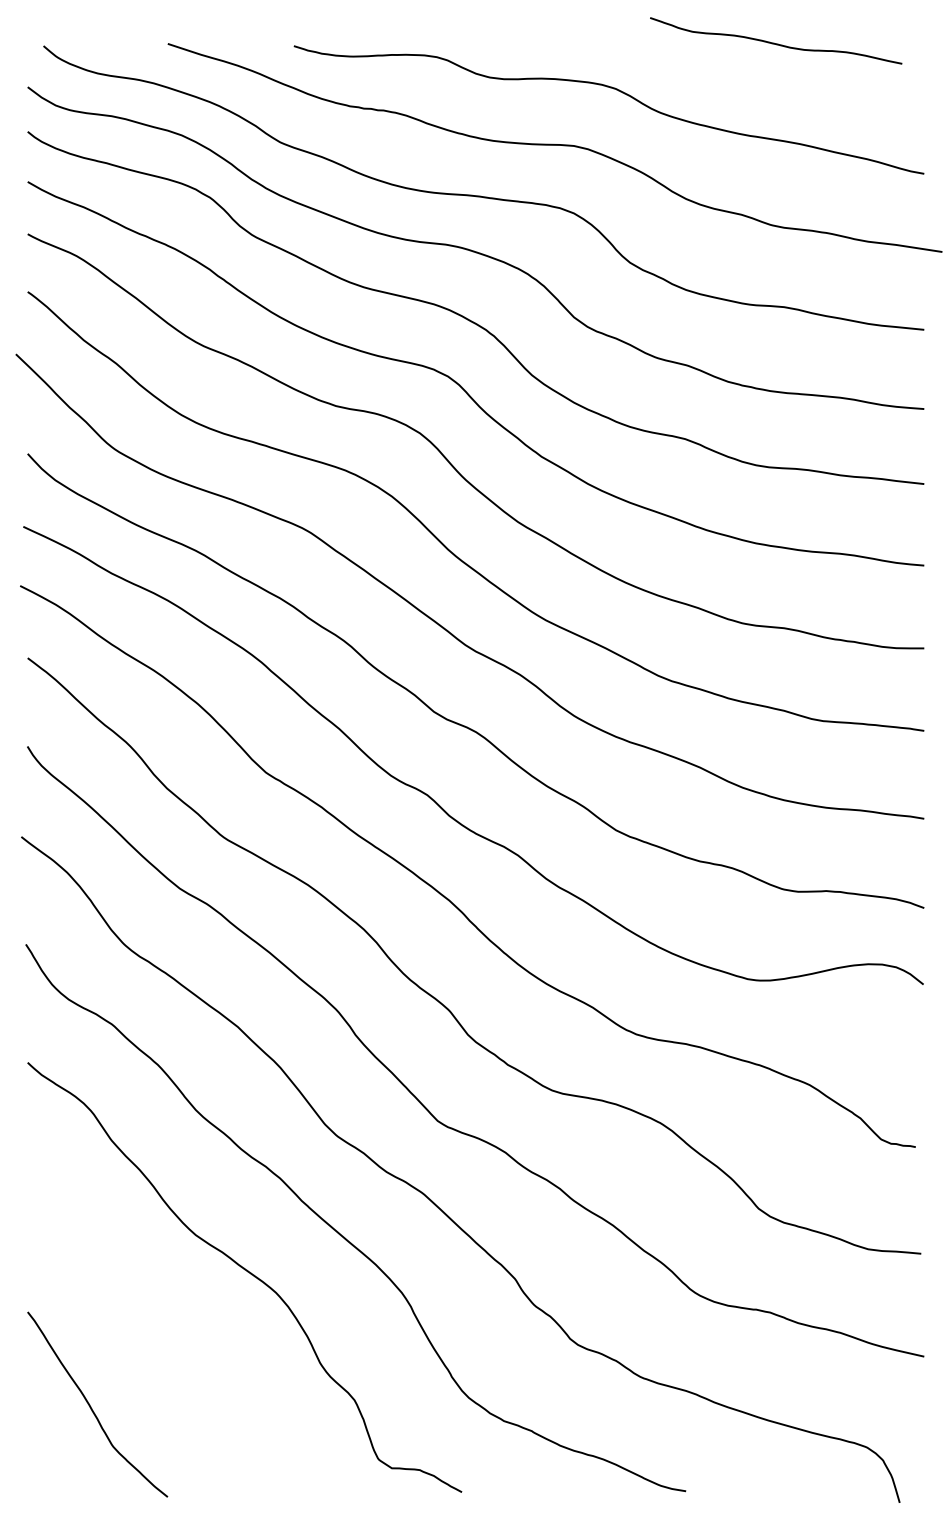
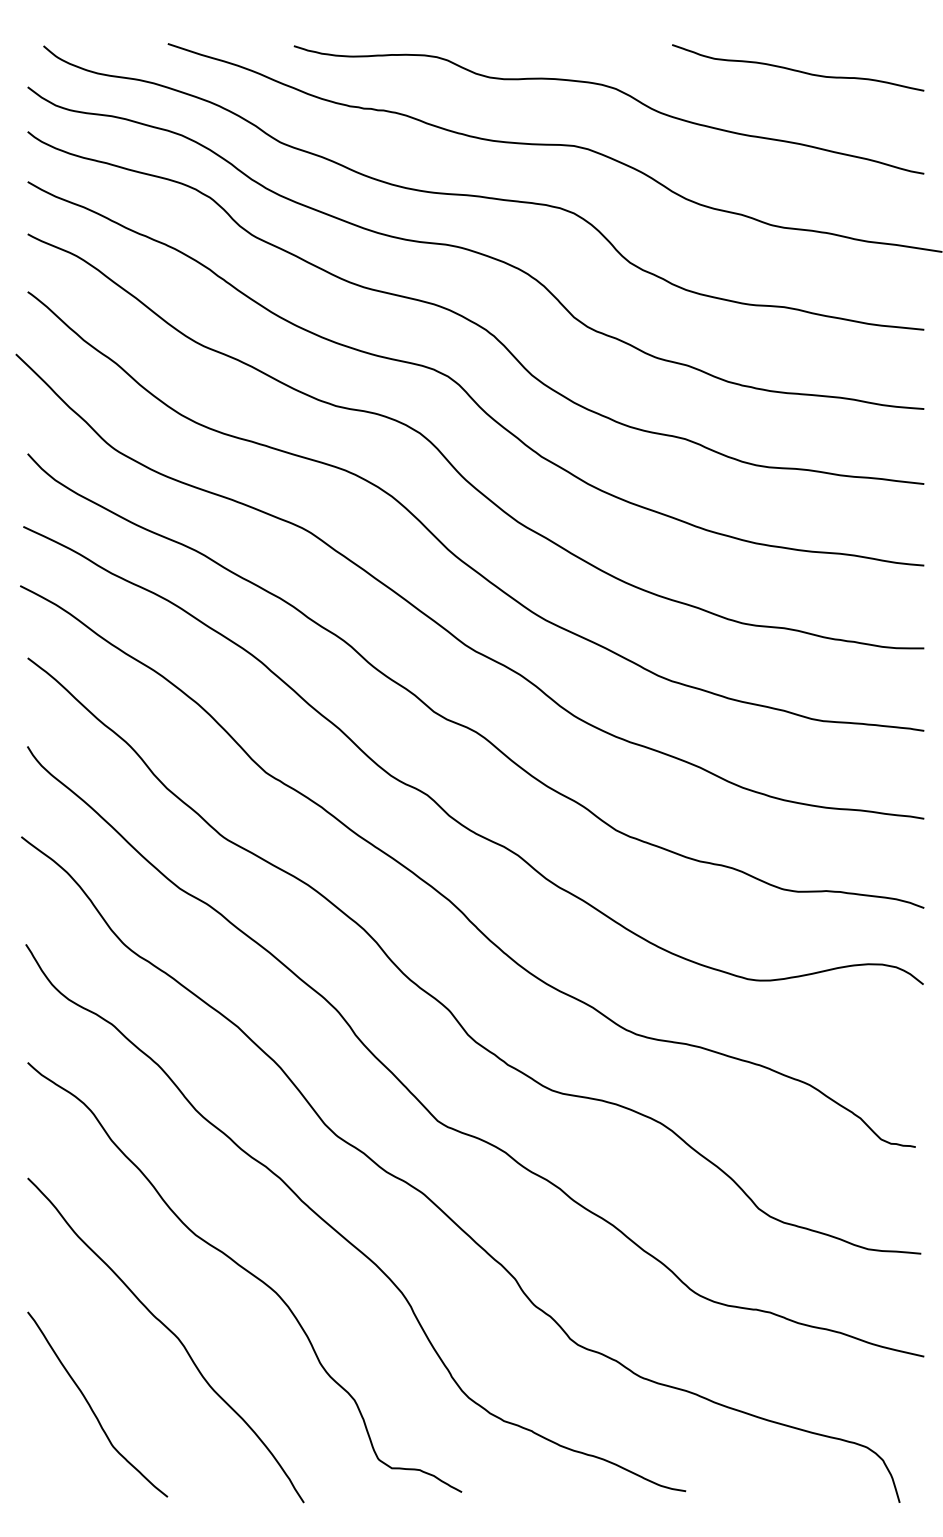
curve at (774, 42) position: (774, 42) -> (796, 69)
curve at (171, 1333): none -> present
